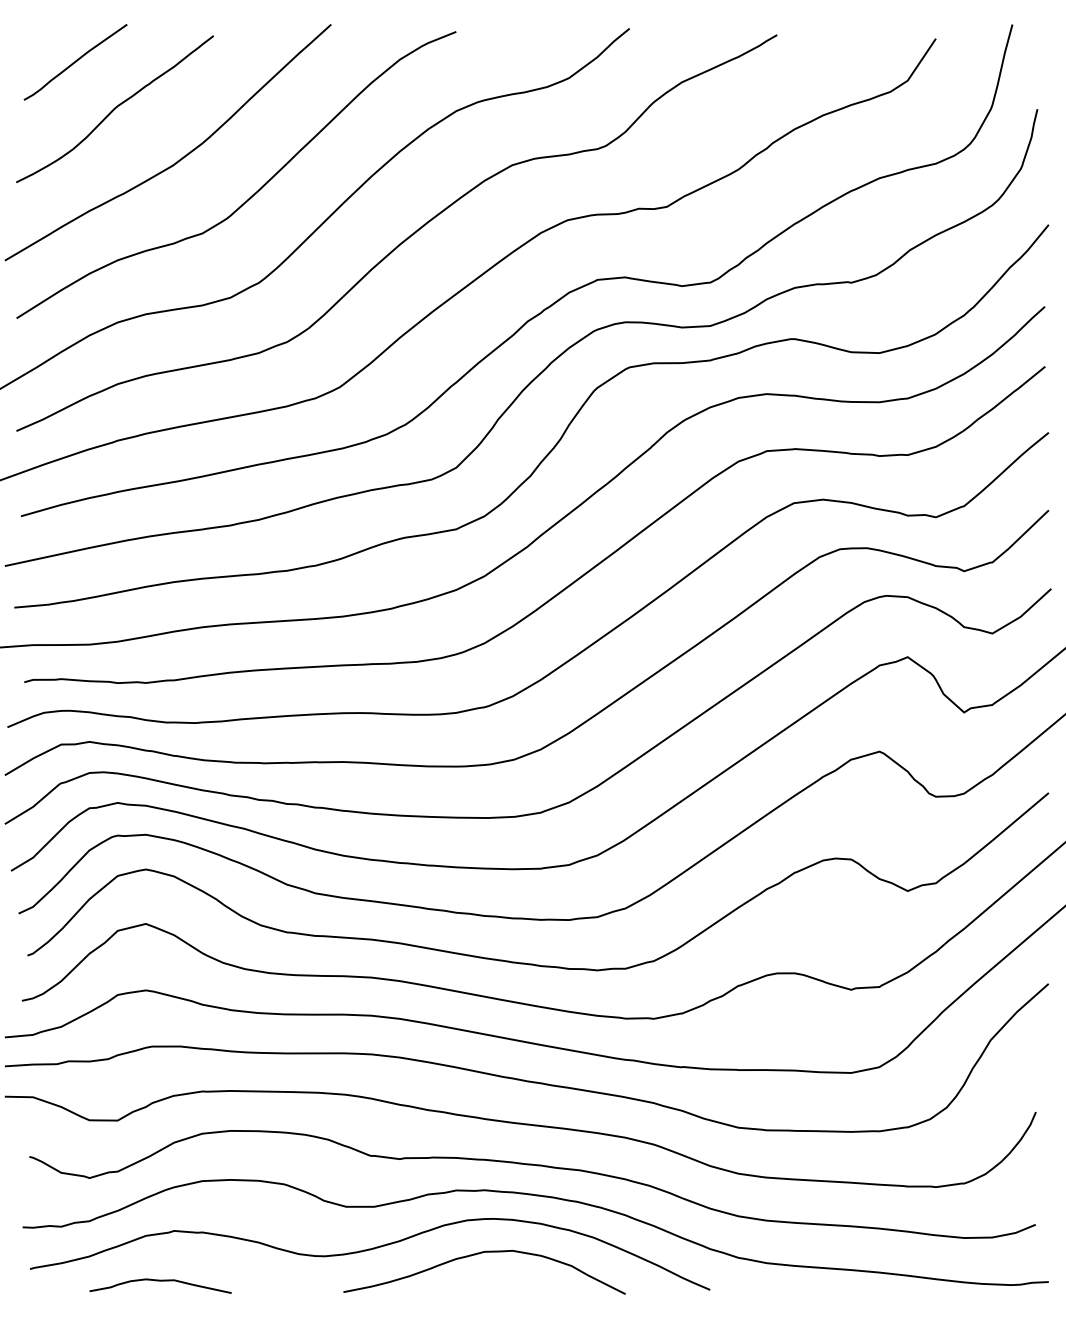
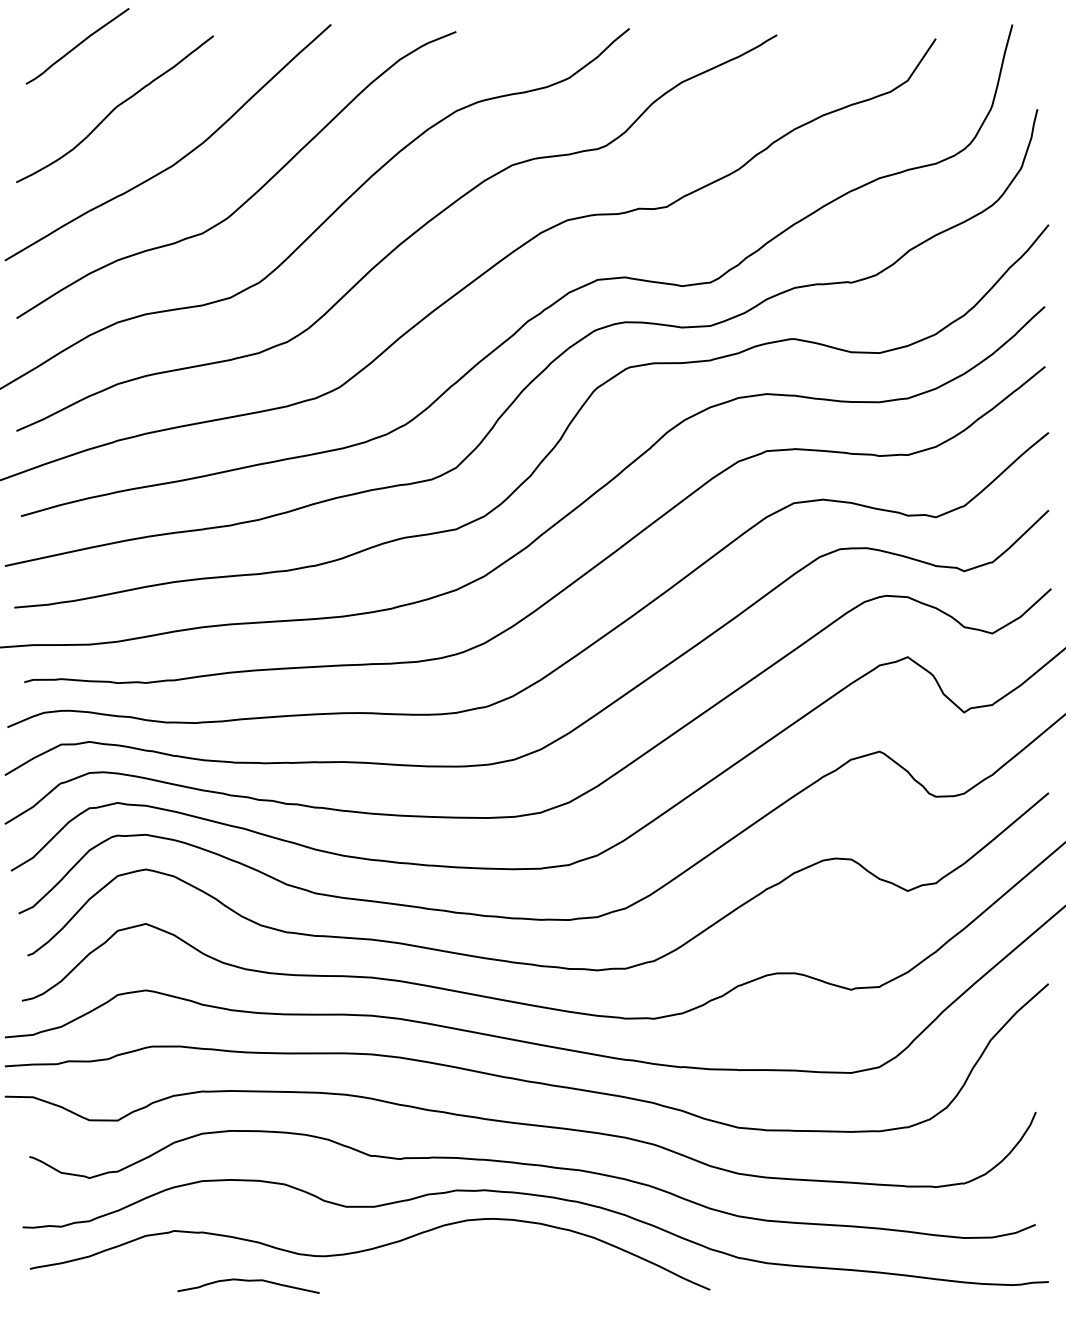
curve at (75, 62) position: (75, 62) -> (77, 46)
curve at (479, 1254): present -> none
curve at (160, 1281) position: (160, 1281) -> (248, 1281)
